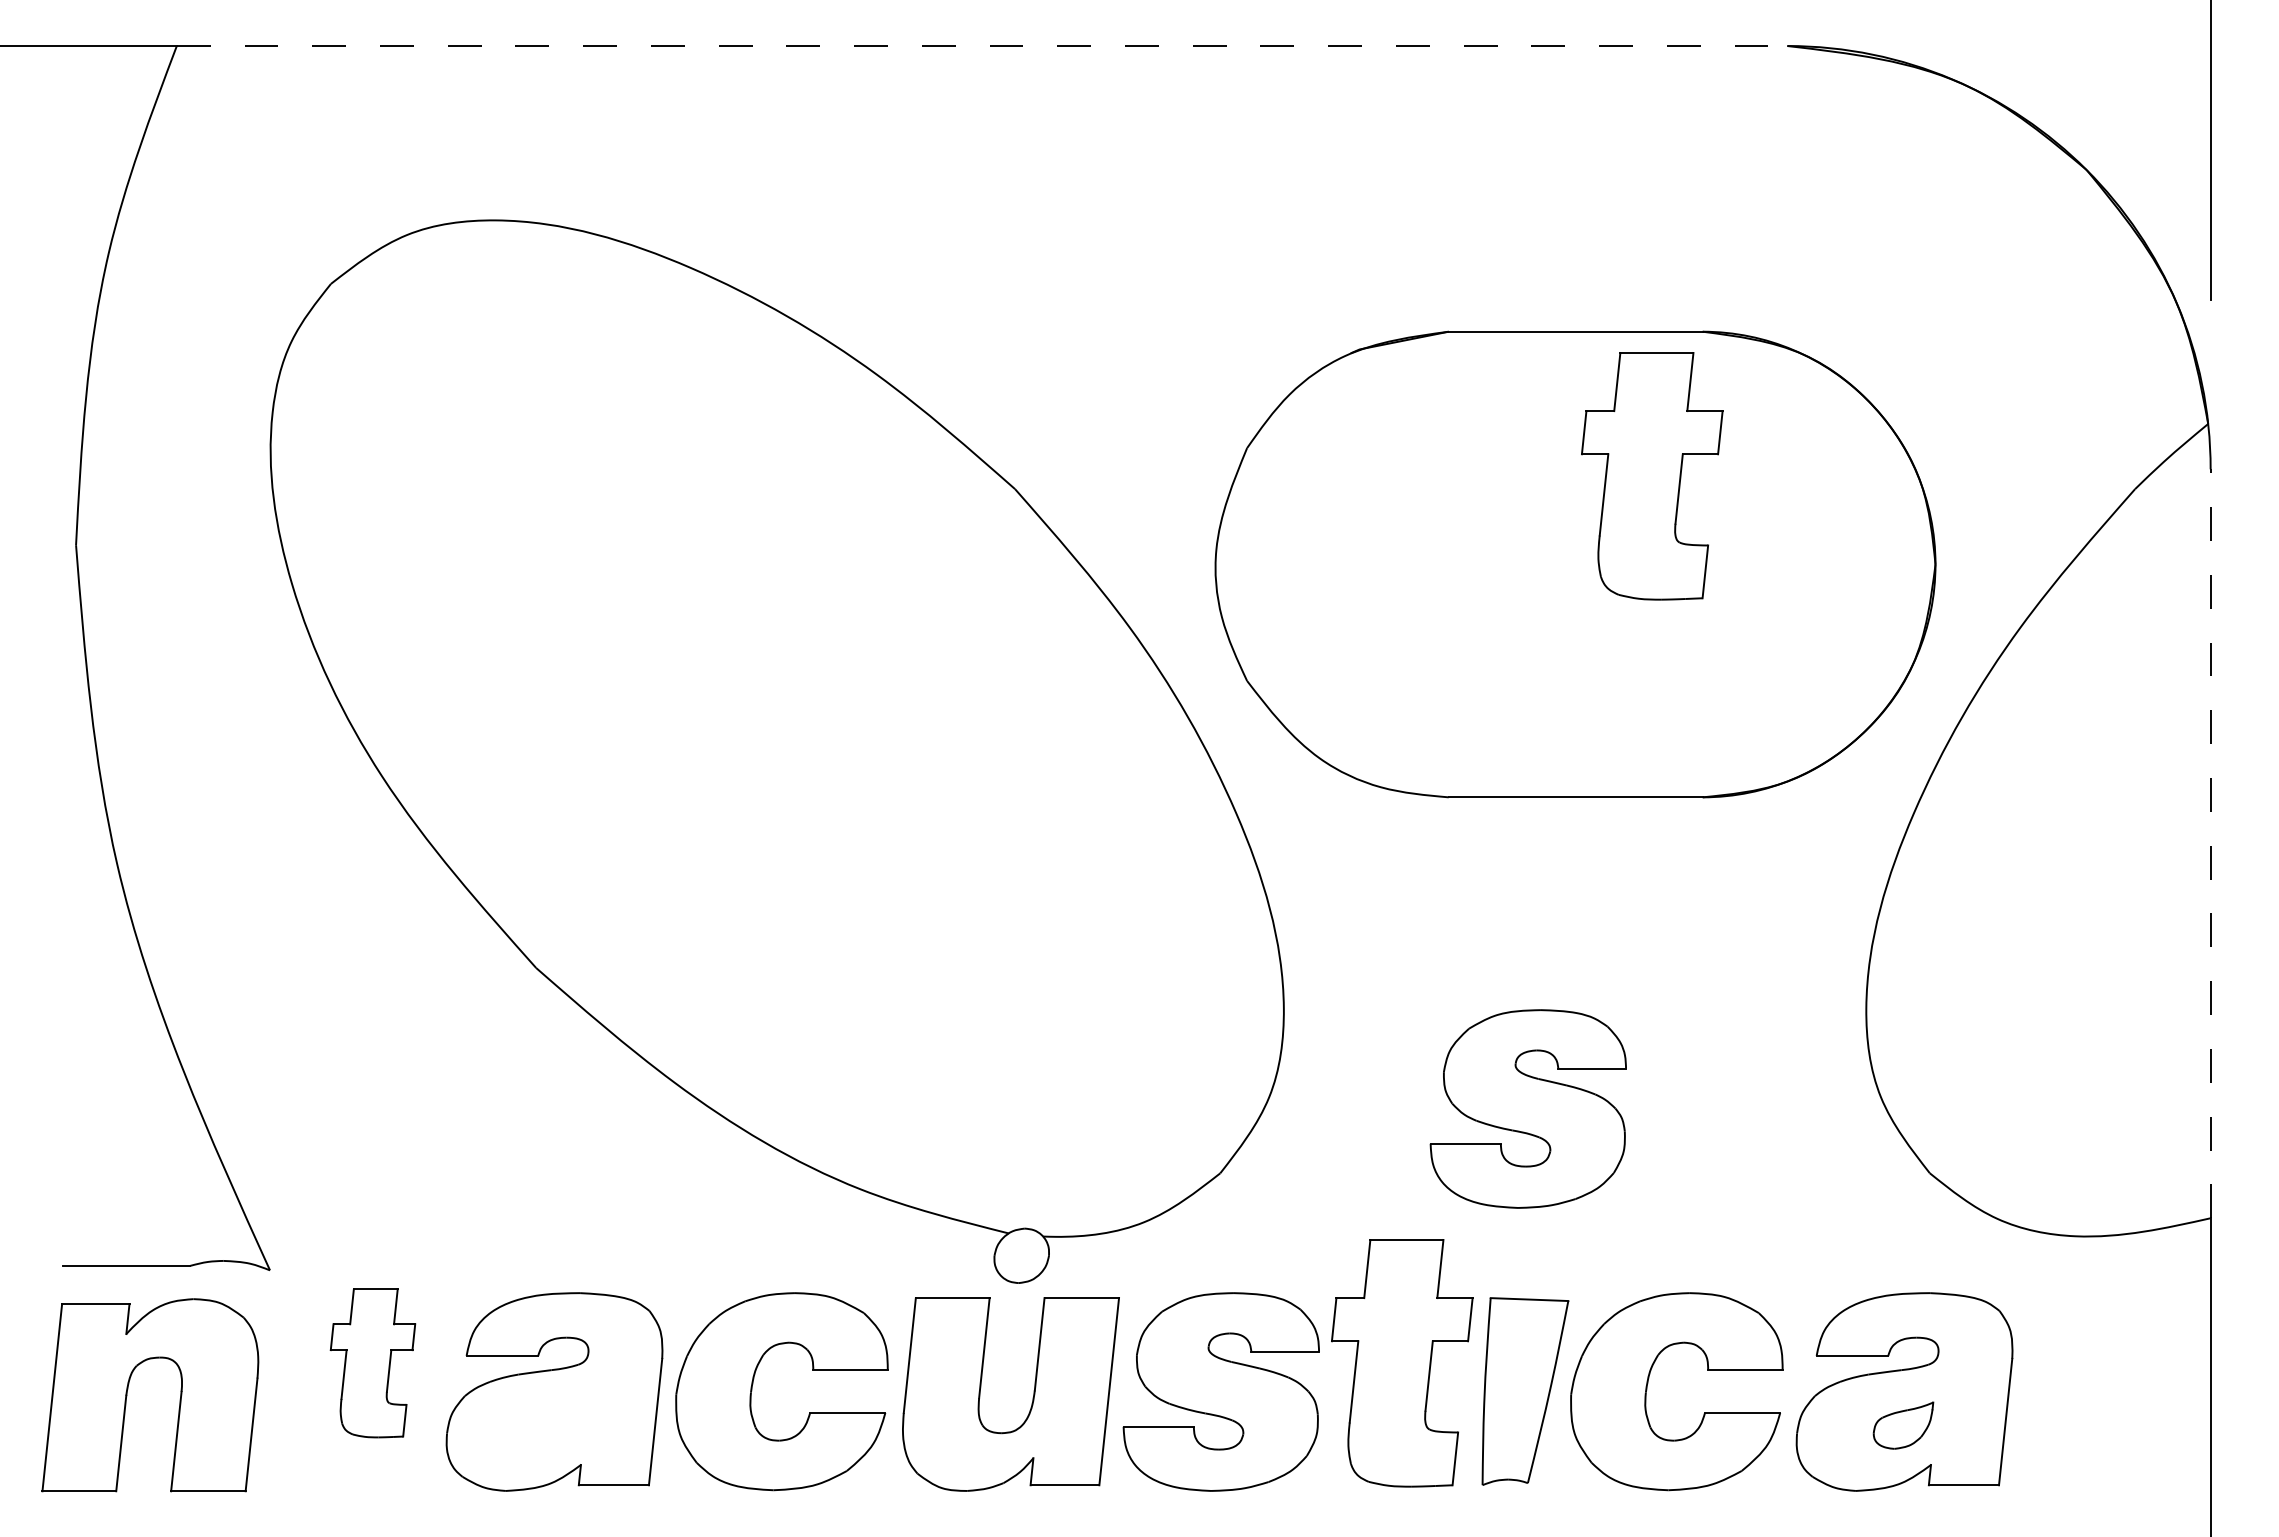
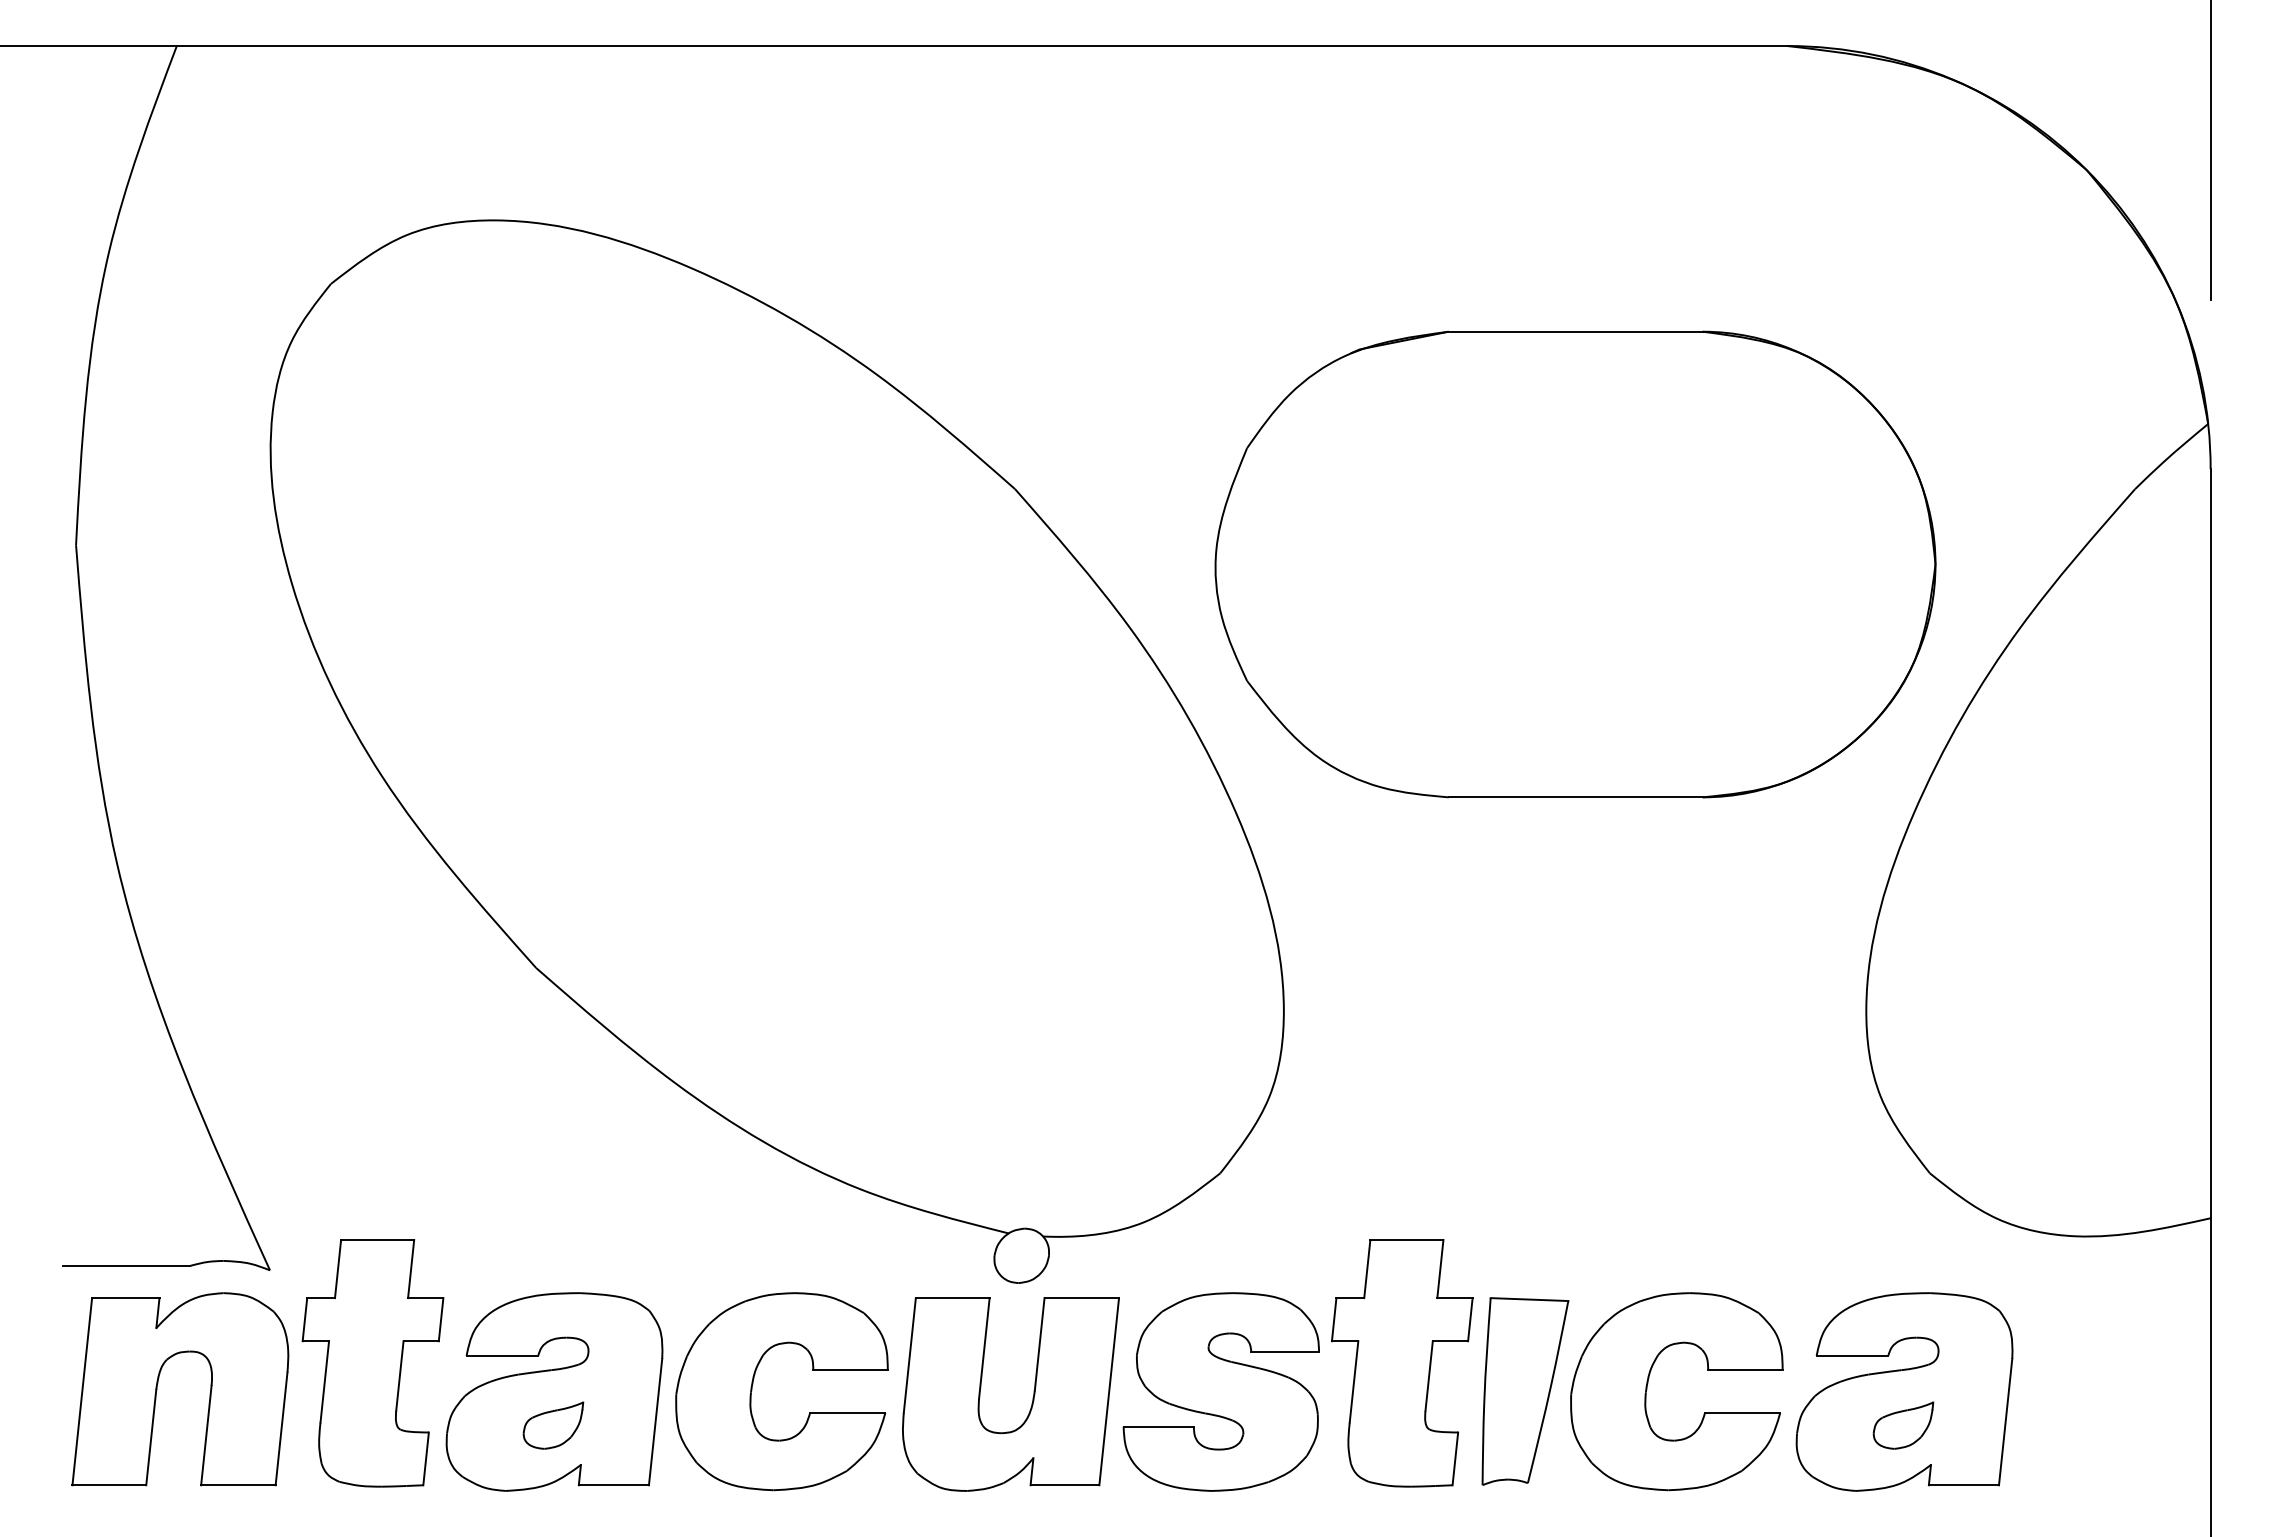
line at (982, 46): dashed -> solid
part at (1652, 476): present -> none
line at (2210, 843): dashed -> solid
part at (1527, 1108): present -> none
part at (372, 1363) size: 88x151 px -> 144x249 px
part at (128, 1389) position: (128, 1389) -> (158, 1383)
part at (553, 1425): none -> present
